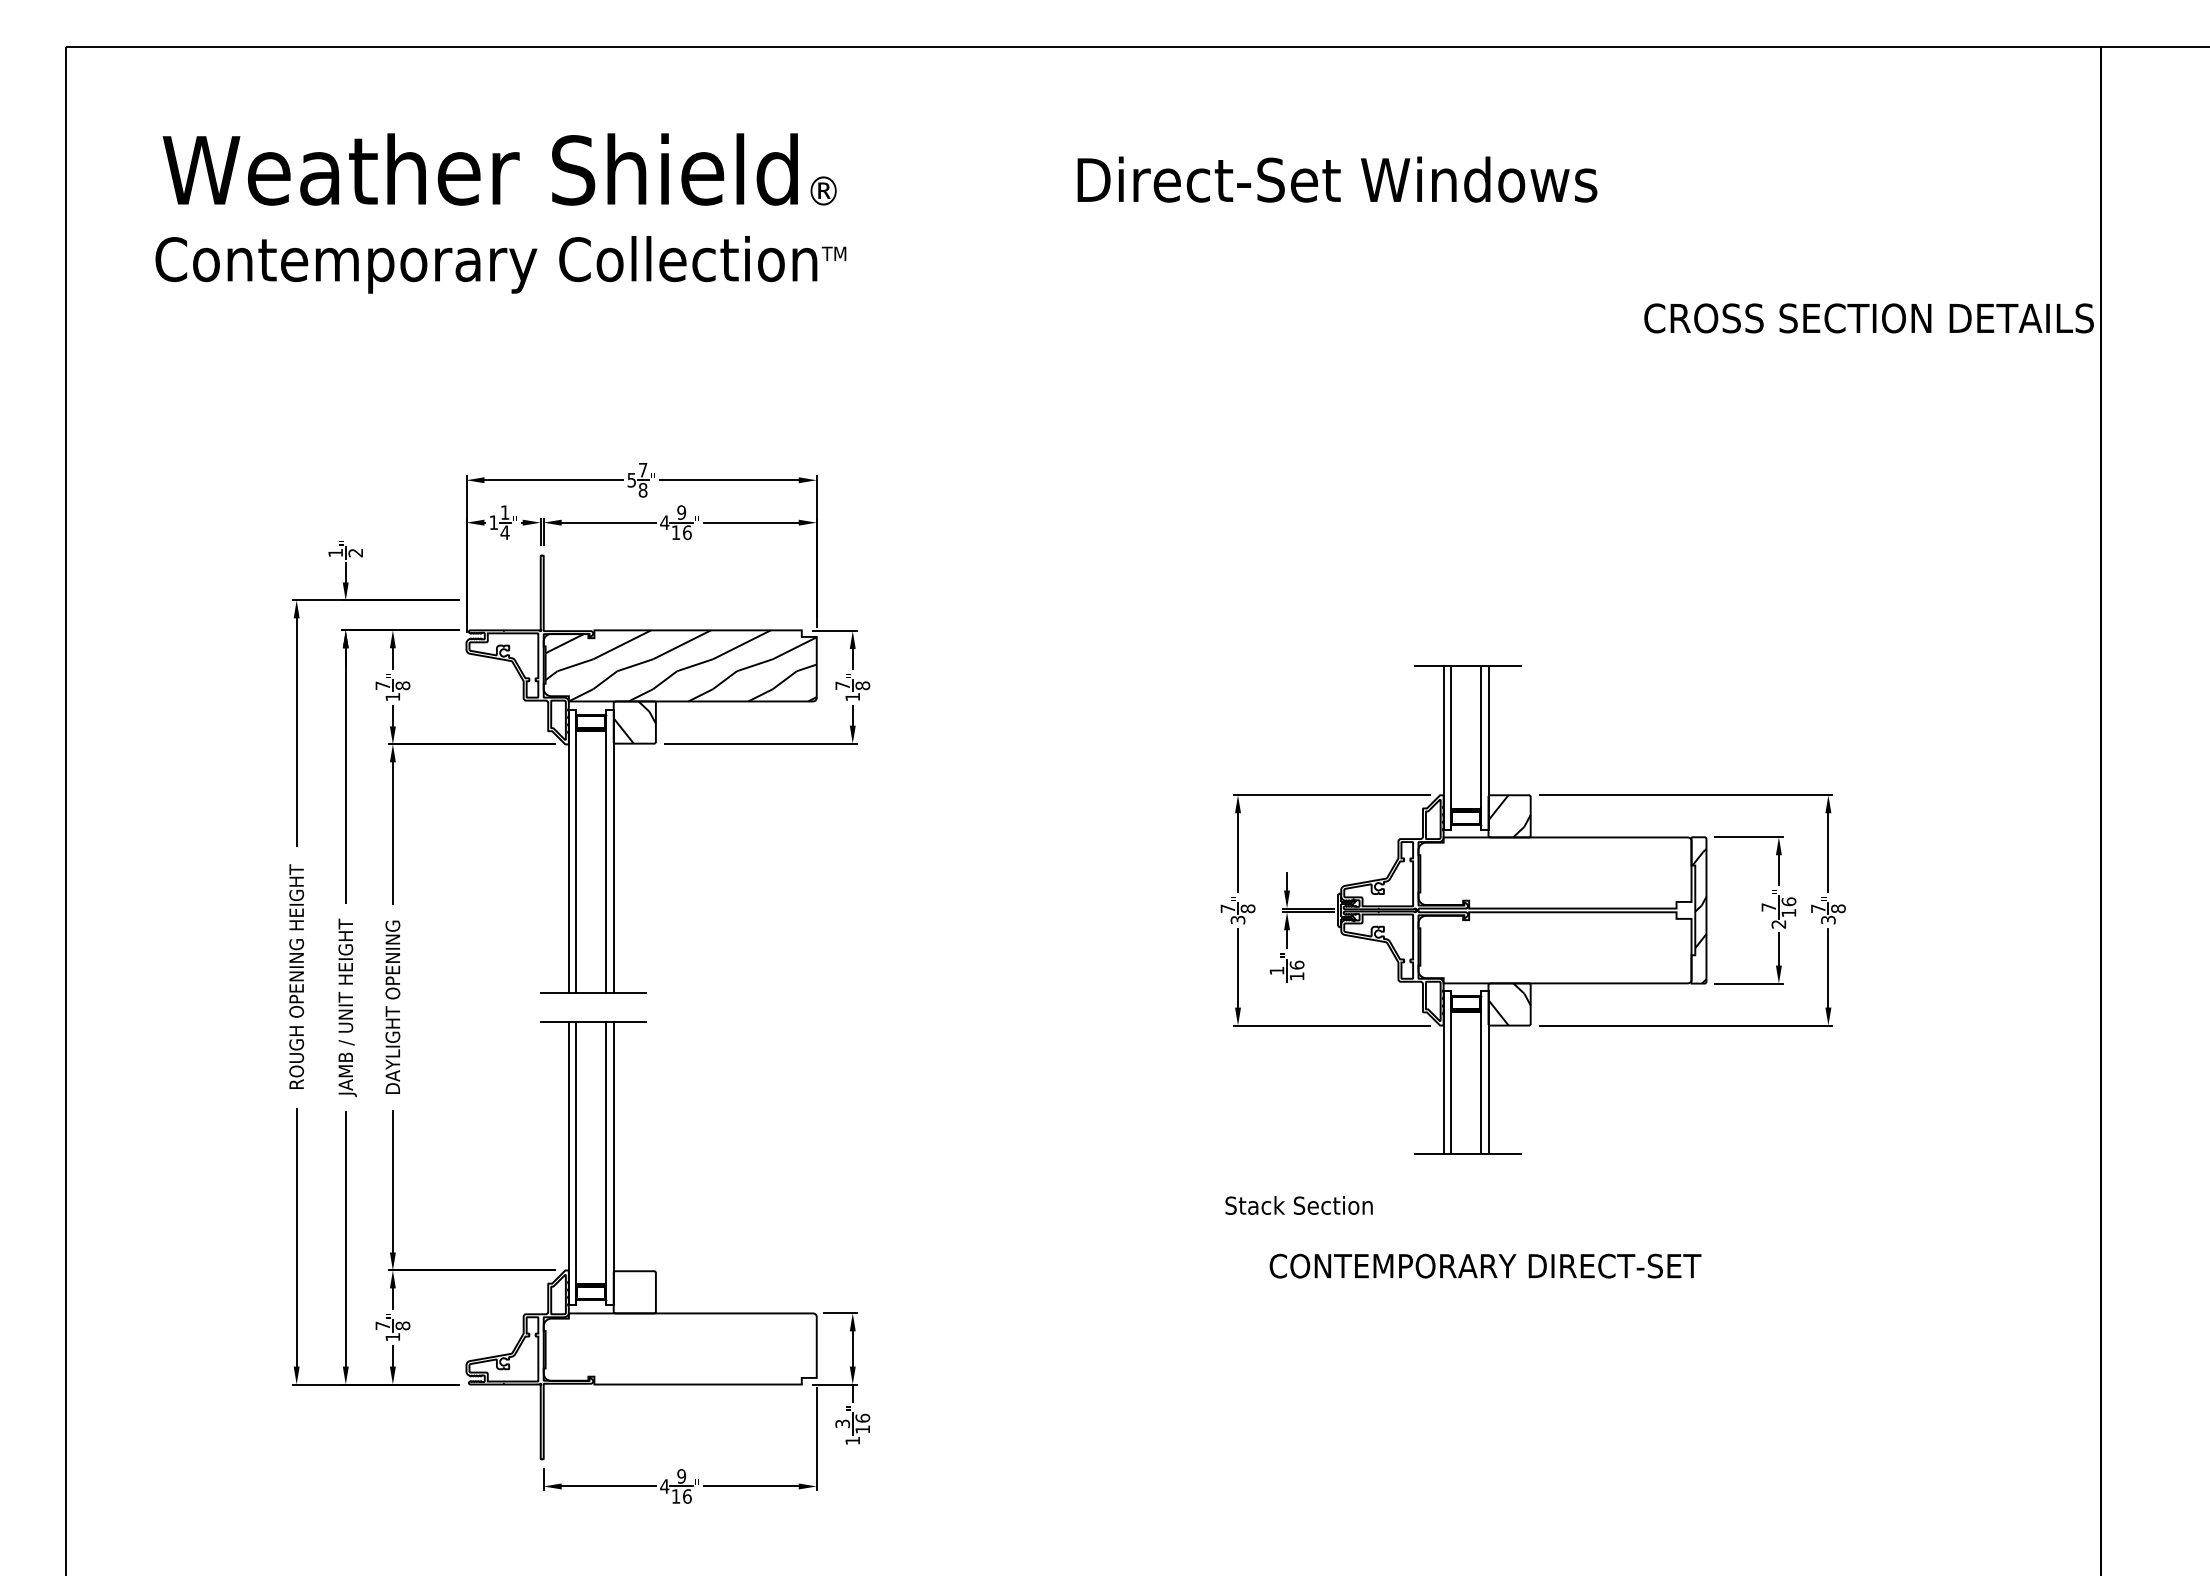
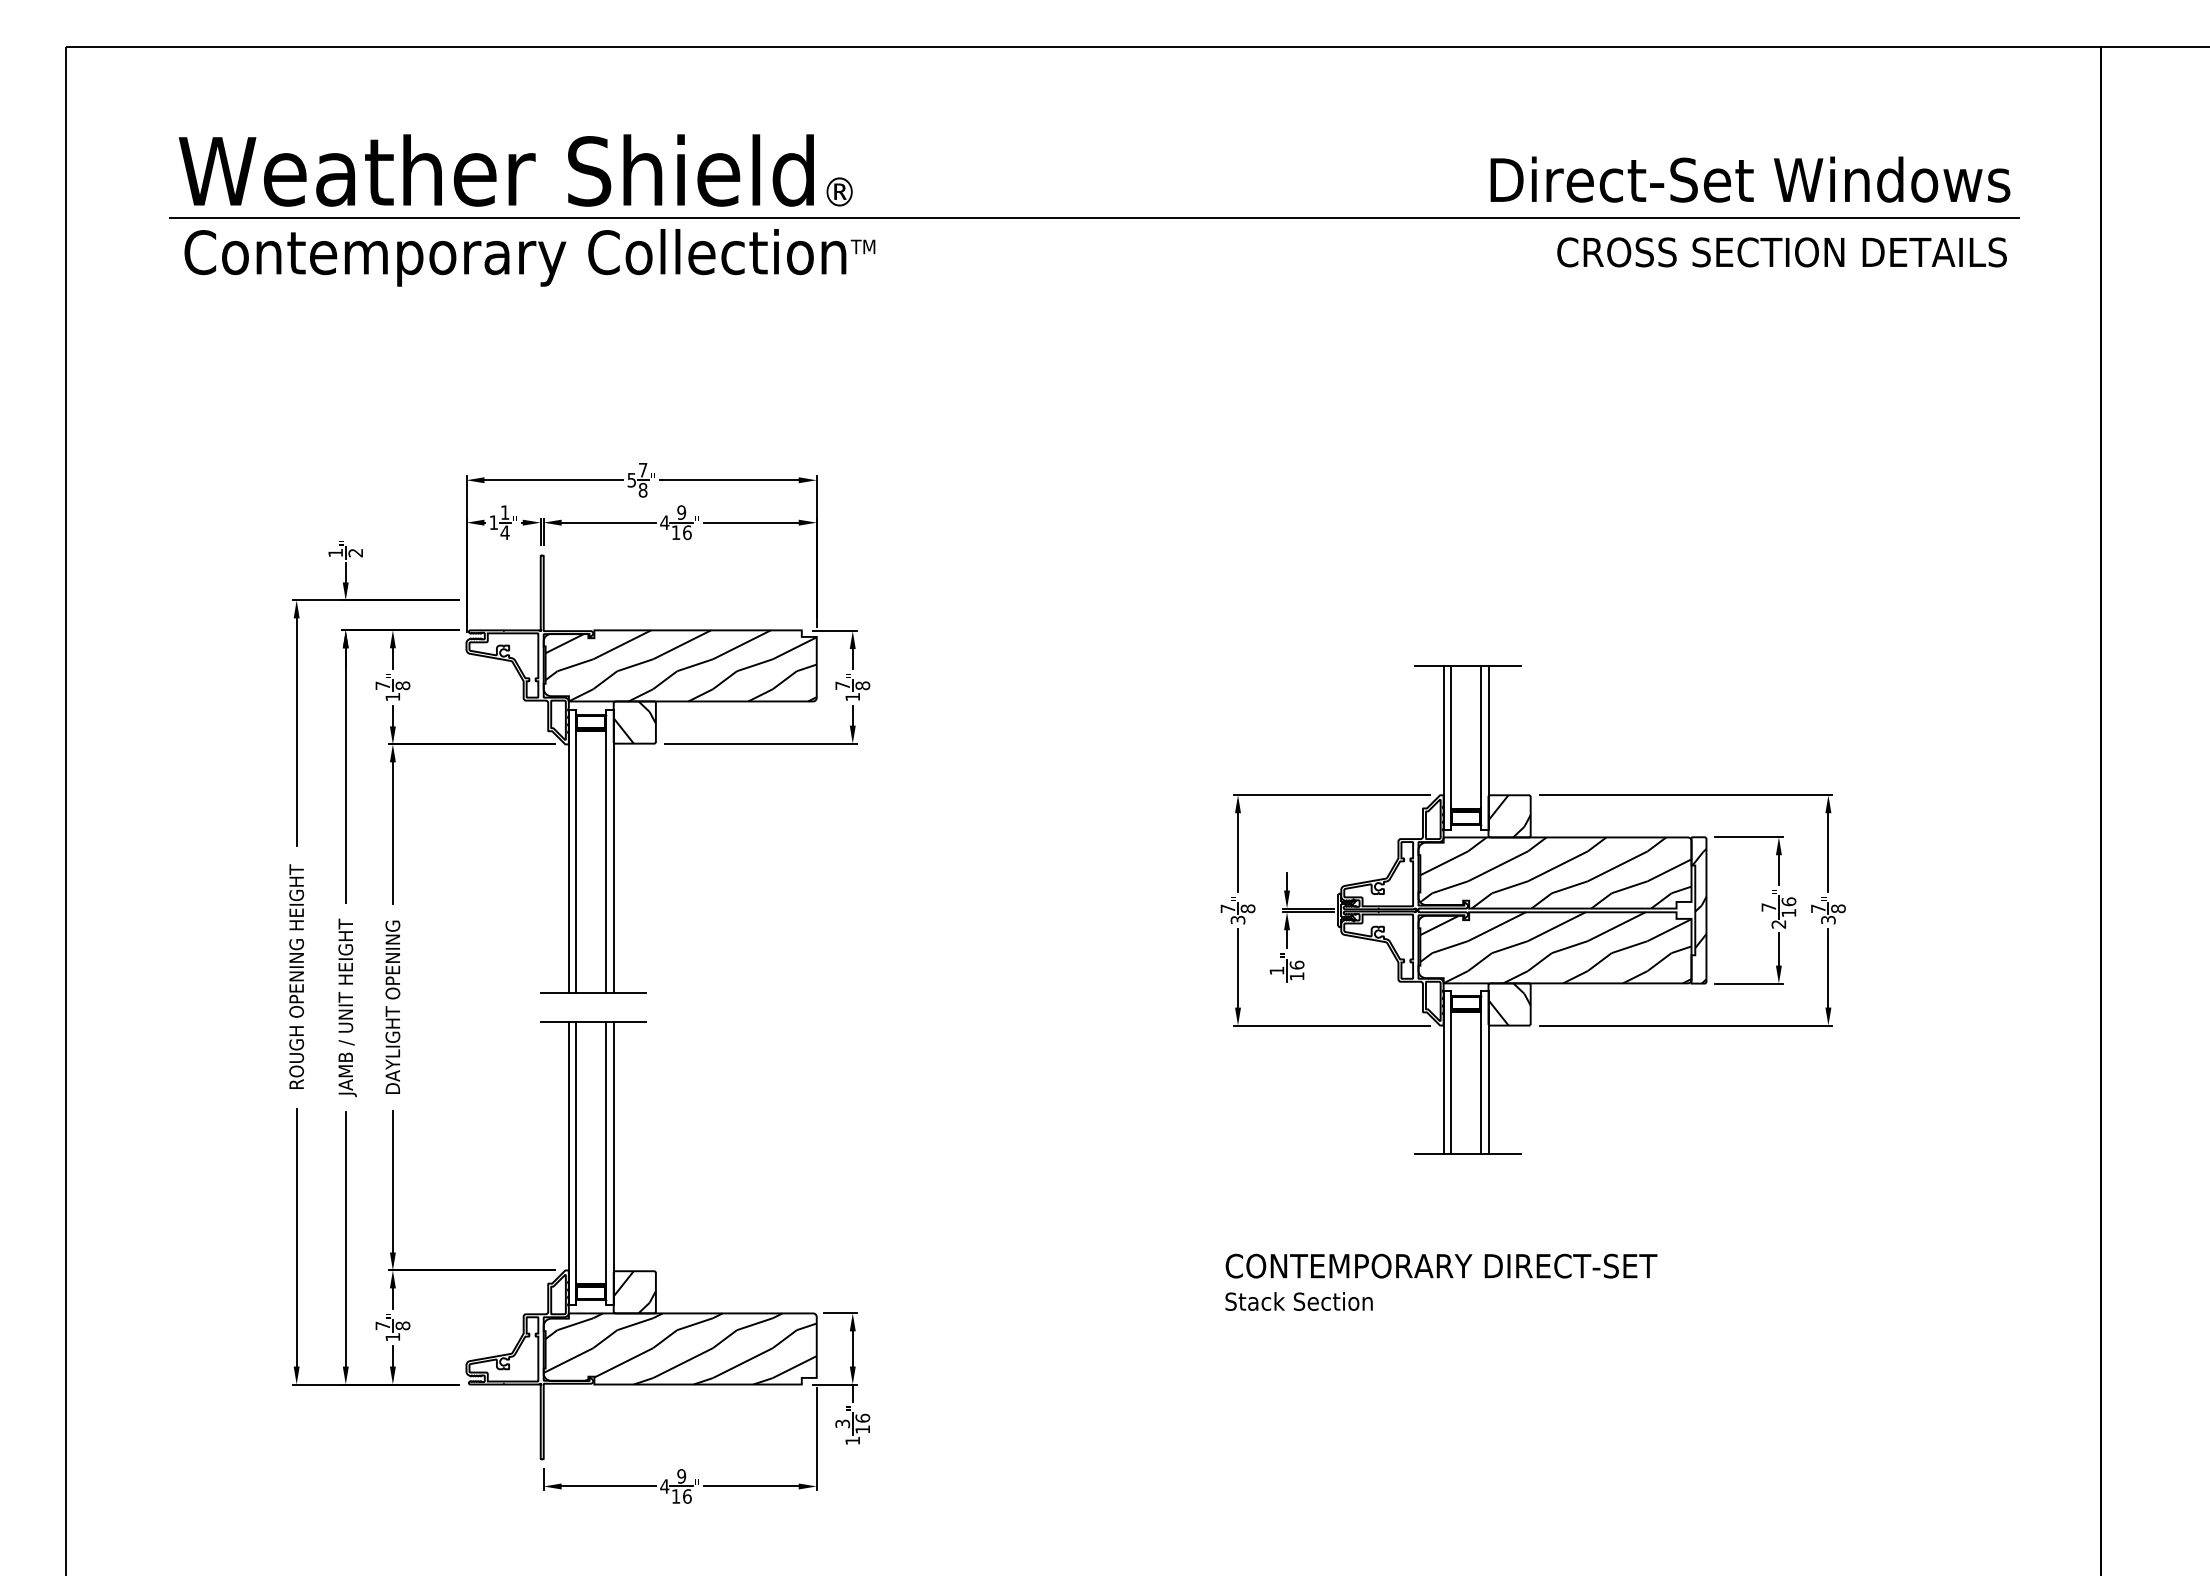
text at (499, 169) position: (499, 169) -> (515, 170)
text at (1337, 179) position: (1337, 179) -> (1750, 179)
line at (1094, 217): none -> present
text at (500, 264) position: (500, 264) -> (529, 257)
text at (1868, 318) position: (1868, 318) -> (1781, 252)
hatch at (1555, 872): none -> present
hatch at (1555, 947): none -> present
text at (1298, 1205) position: (1298, 1205) -> (1298, 1301)
text at (1485, 1265) position: (1485, 1265) -> (1441, 1265)
hatch at (634, 1292): none -> present
hatch at (679, 1348): none -> present
